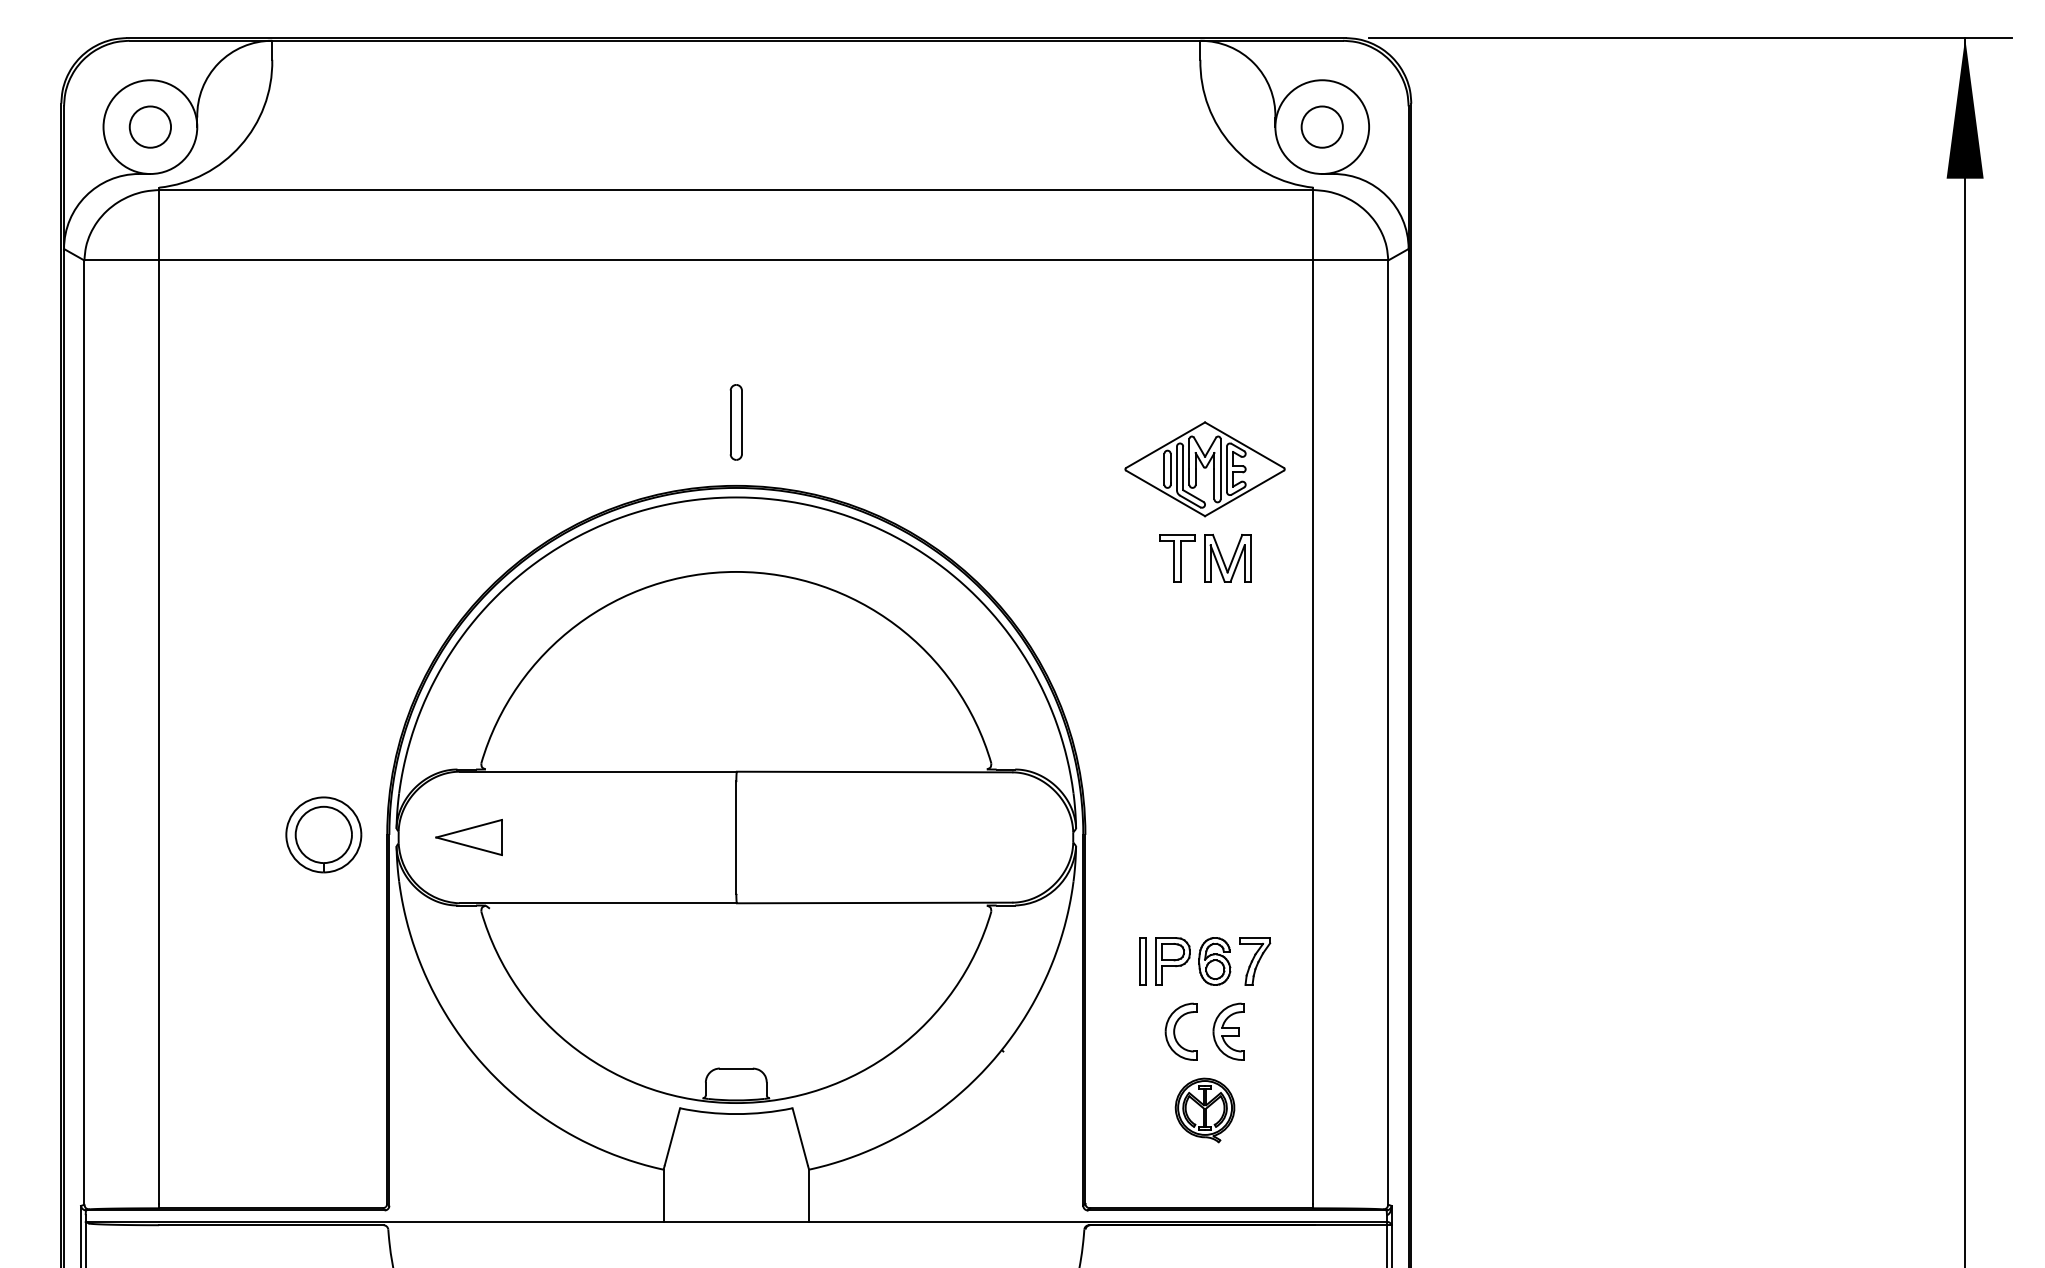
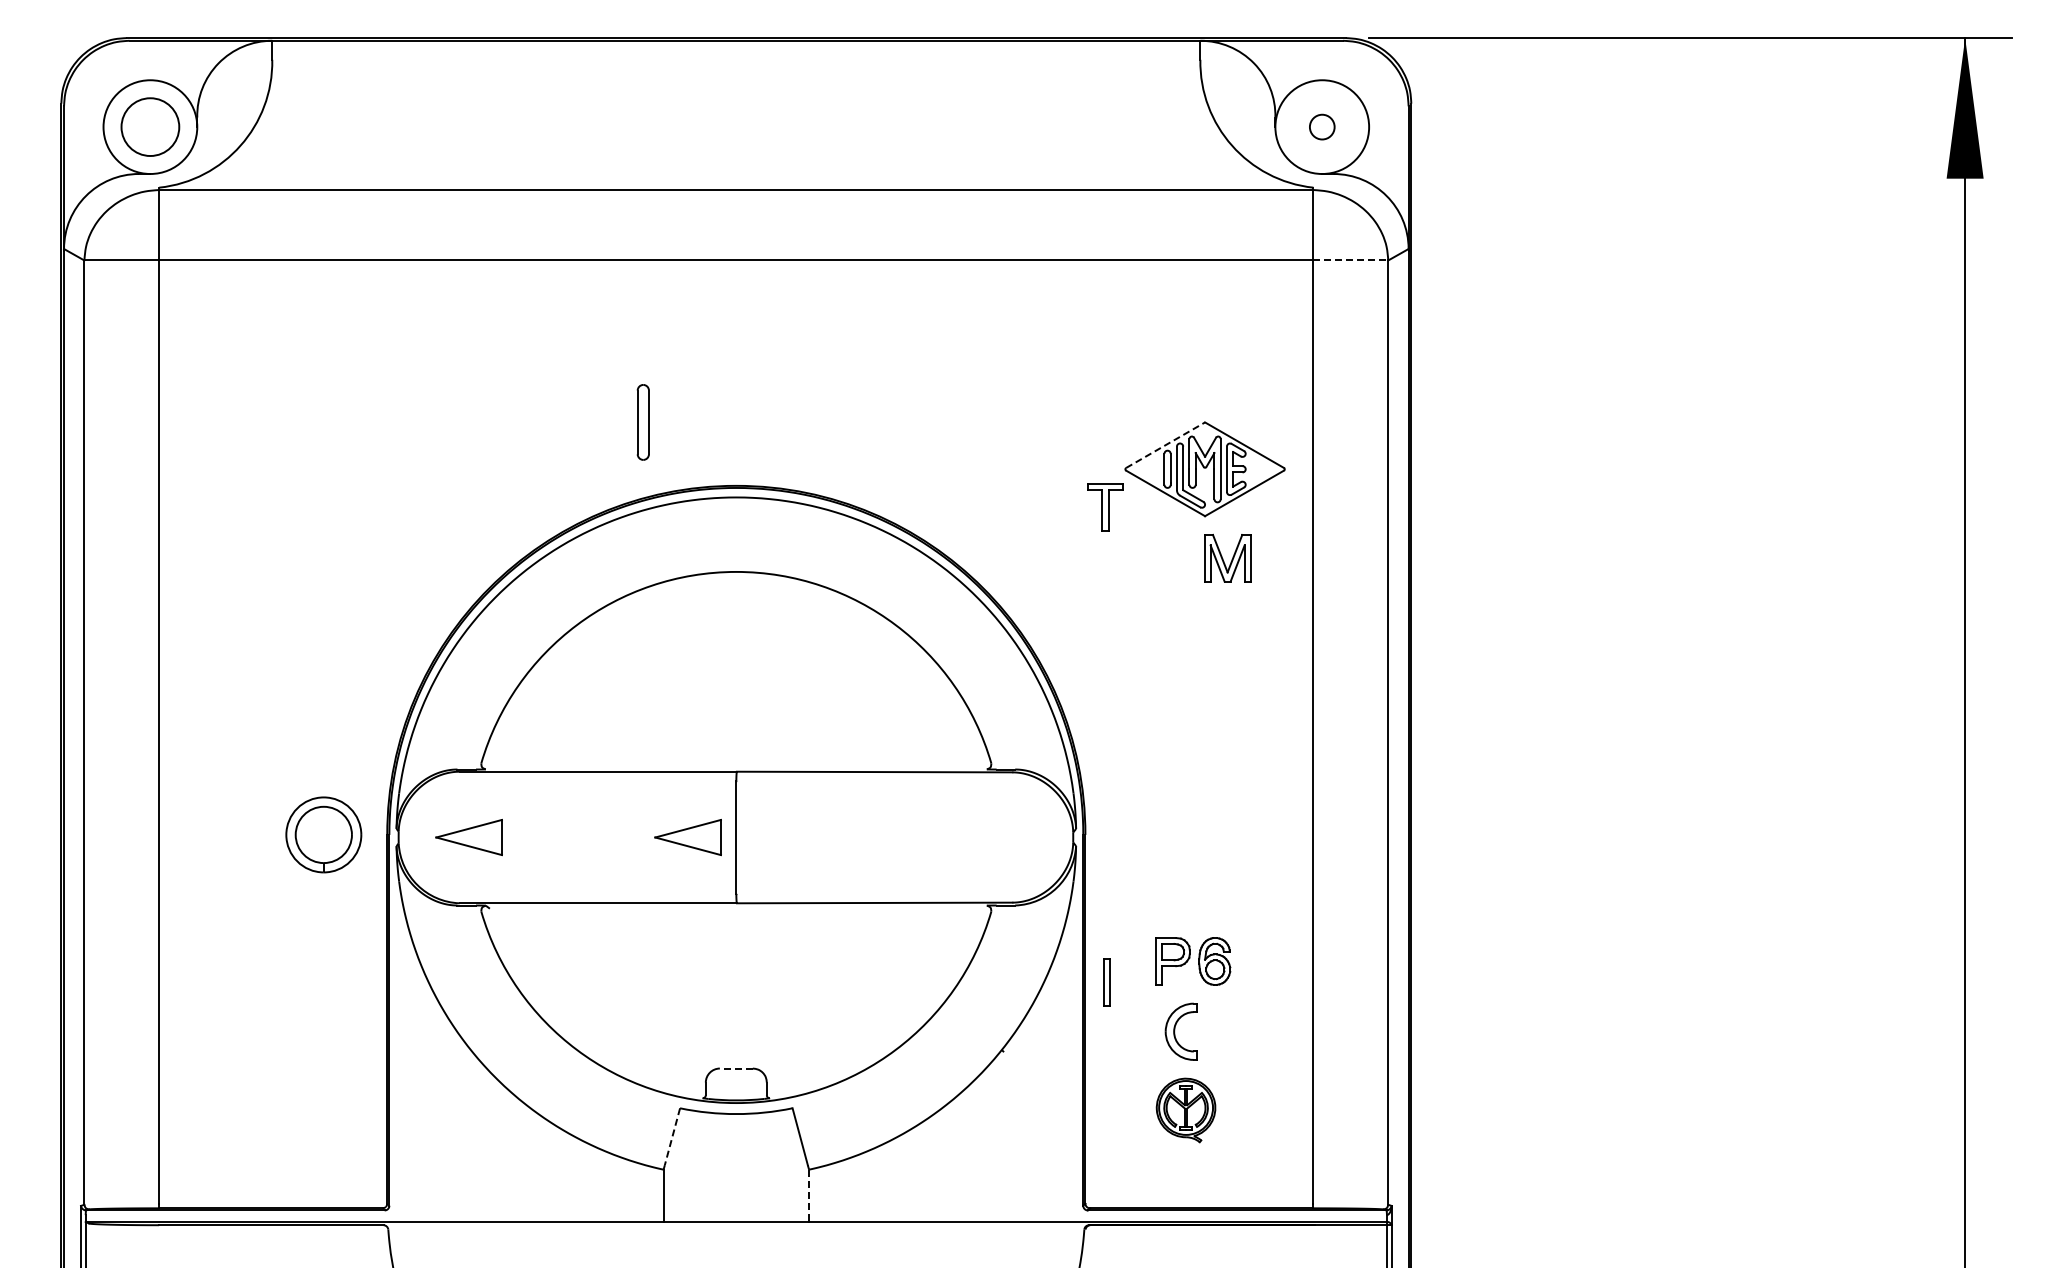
circle at (150, 126) diameter: 41 px -> 58 px
circle at (1321, 126) diameter: 41 px -> 25 px
line at (1351, 260): solid -> dashed
part at (735, 422) position: (735, 422) -> (642, 422)
line at (1165, 445): solid -> dashed
part at (1177, 558) position: (1177, 558) -> (1105, 507)
part at (687, 837): none -> present
part at (1142, 961) position: (1142, 961) -> (1106, 982)
part at (1255, 961): present -> none
part at (1228, 1031): present -> none
line at (735, 1068): solid -> dashed
part at (1204, 1110) position: (1204, 1110) -> (1185, 1110)
line at (672, 1137): solid -> dashed
line at (809, 1196): solid -> dashed
